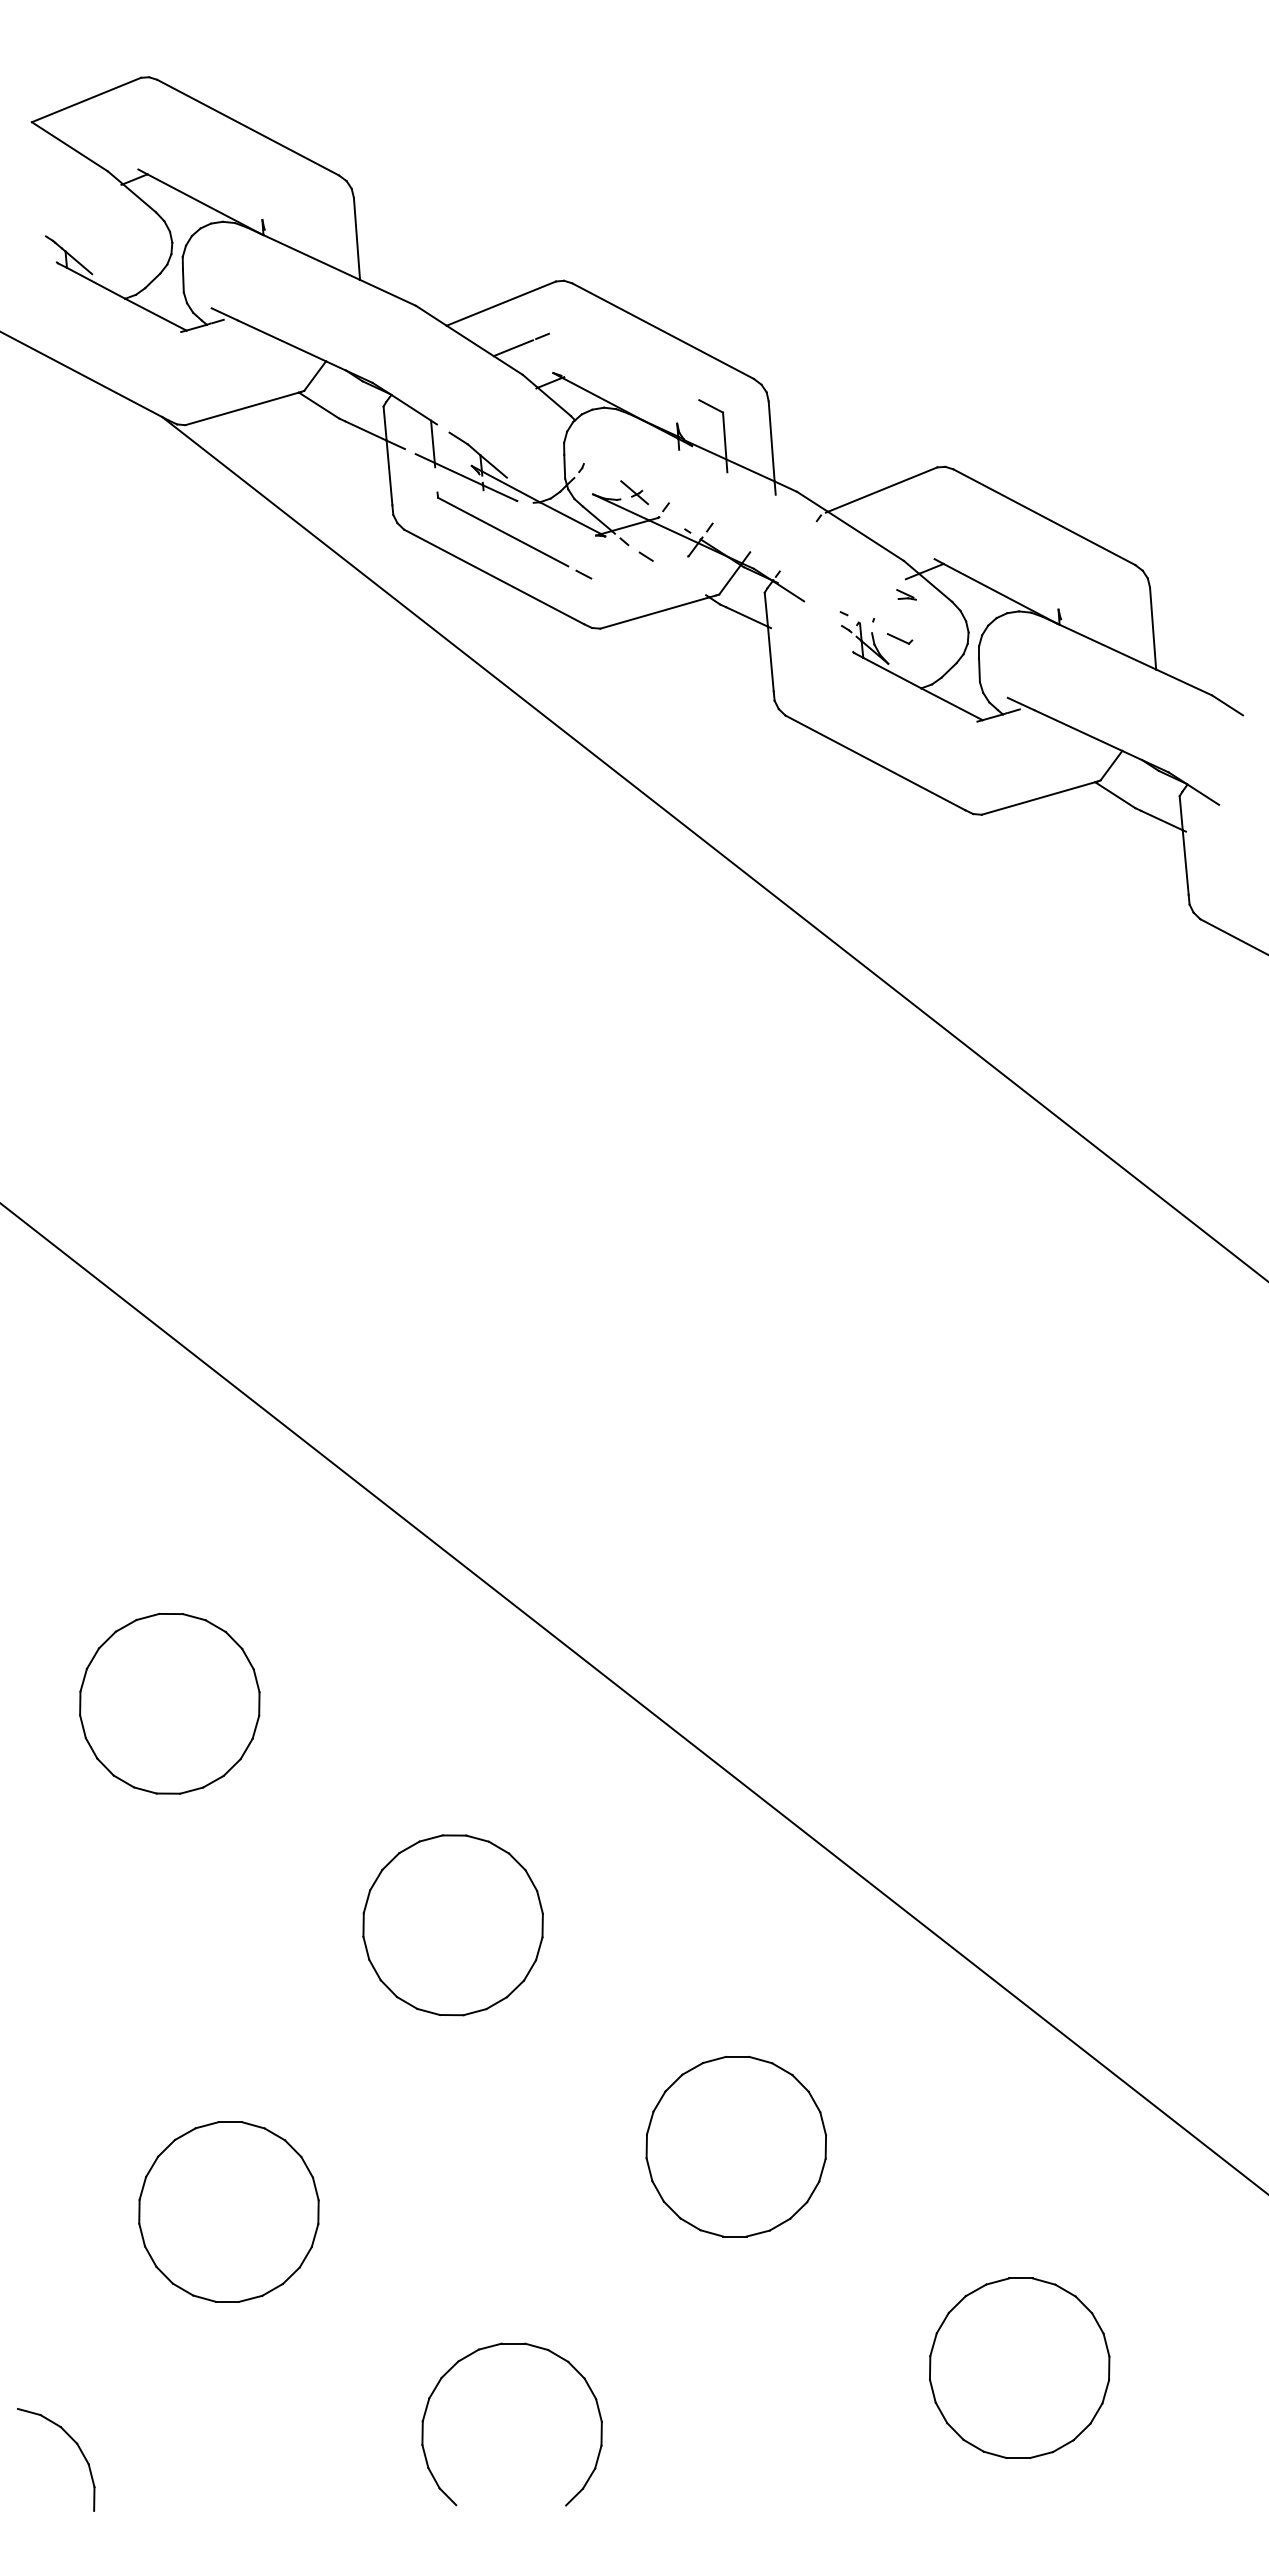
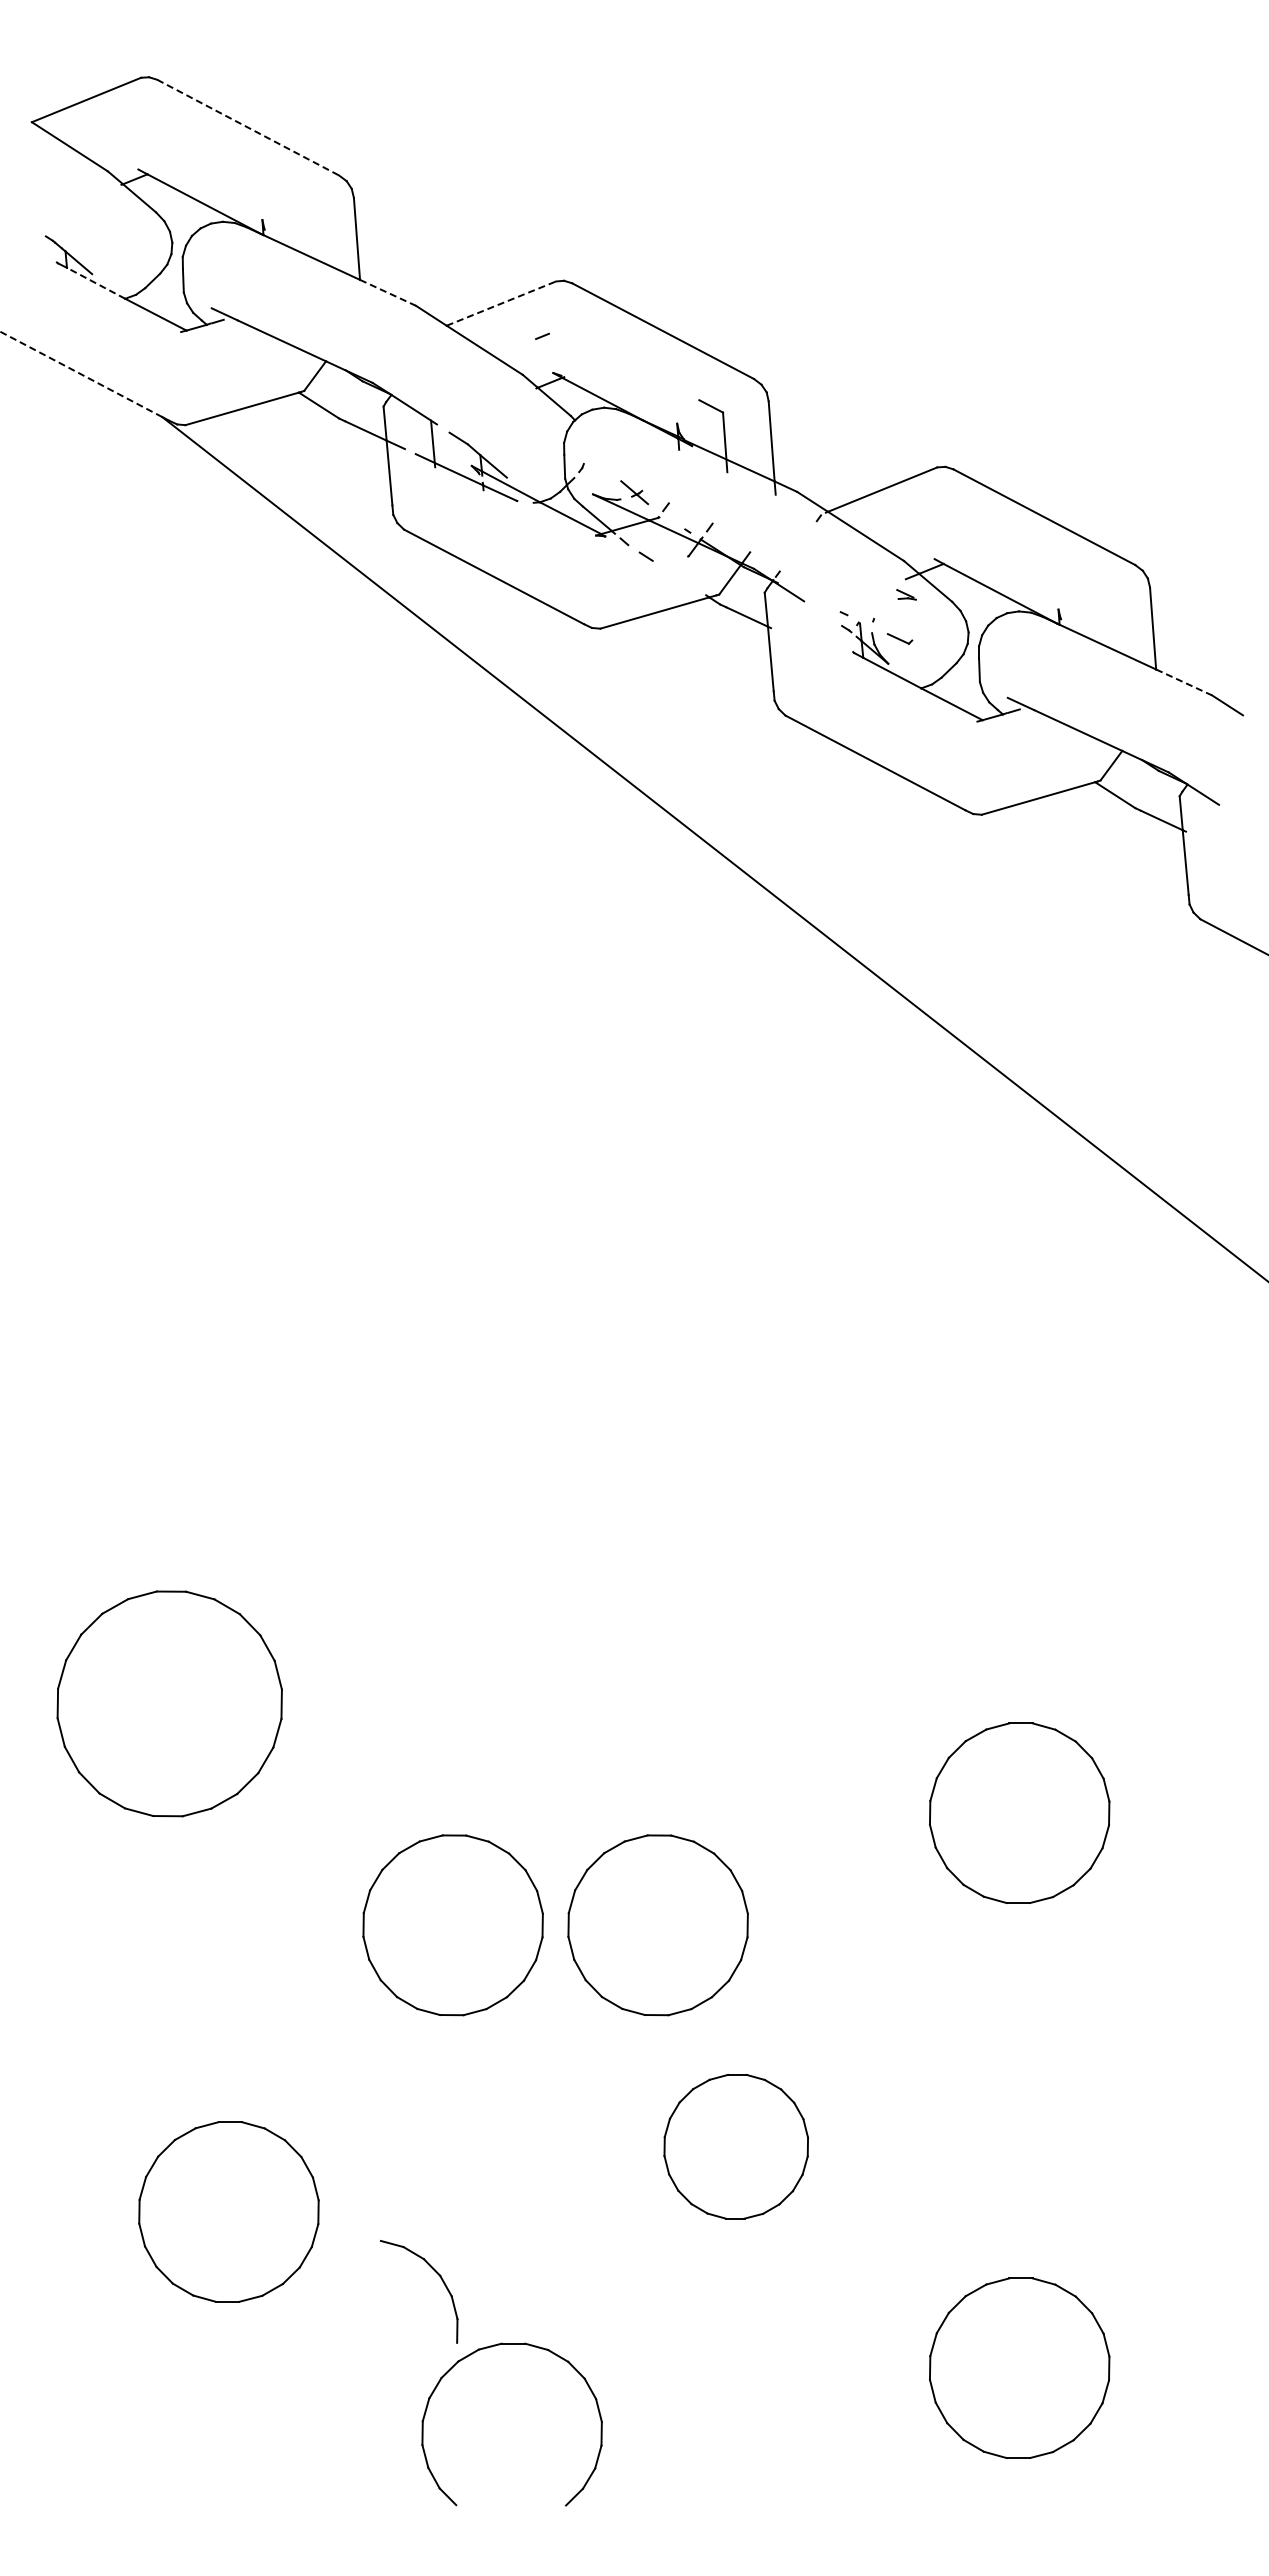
line at (248, 127): solid -> dashed
line at (96, 283): solid -> dashed
line at (388, 292): solid -> dashed
line at (501, 303): solid -> dashed
line at (513, 348): present -> none
line at (81, 374): solid -> dashed
part at (514, 535): present -> none
line at (1184, 682): solid -> dashed
line at (633, 1698): present -> none
part at (169, 1703) size: 182x183 px -> 227x228 px
part at (1019, 1812): none -> present
part at (657, 1925): none -> present
part at (735, 2146) size: 182x182 px -> 146x146 px
part at (73, 2441) position: (73, 2441) -> (436, 2273)
